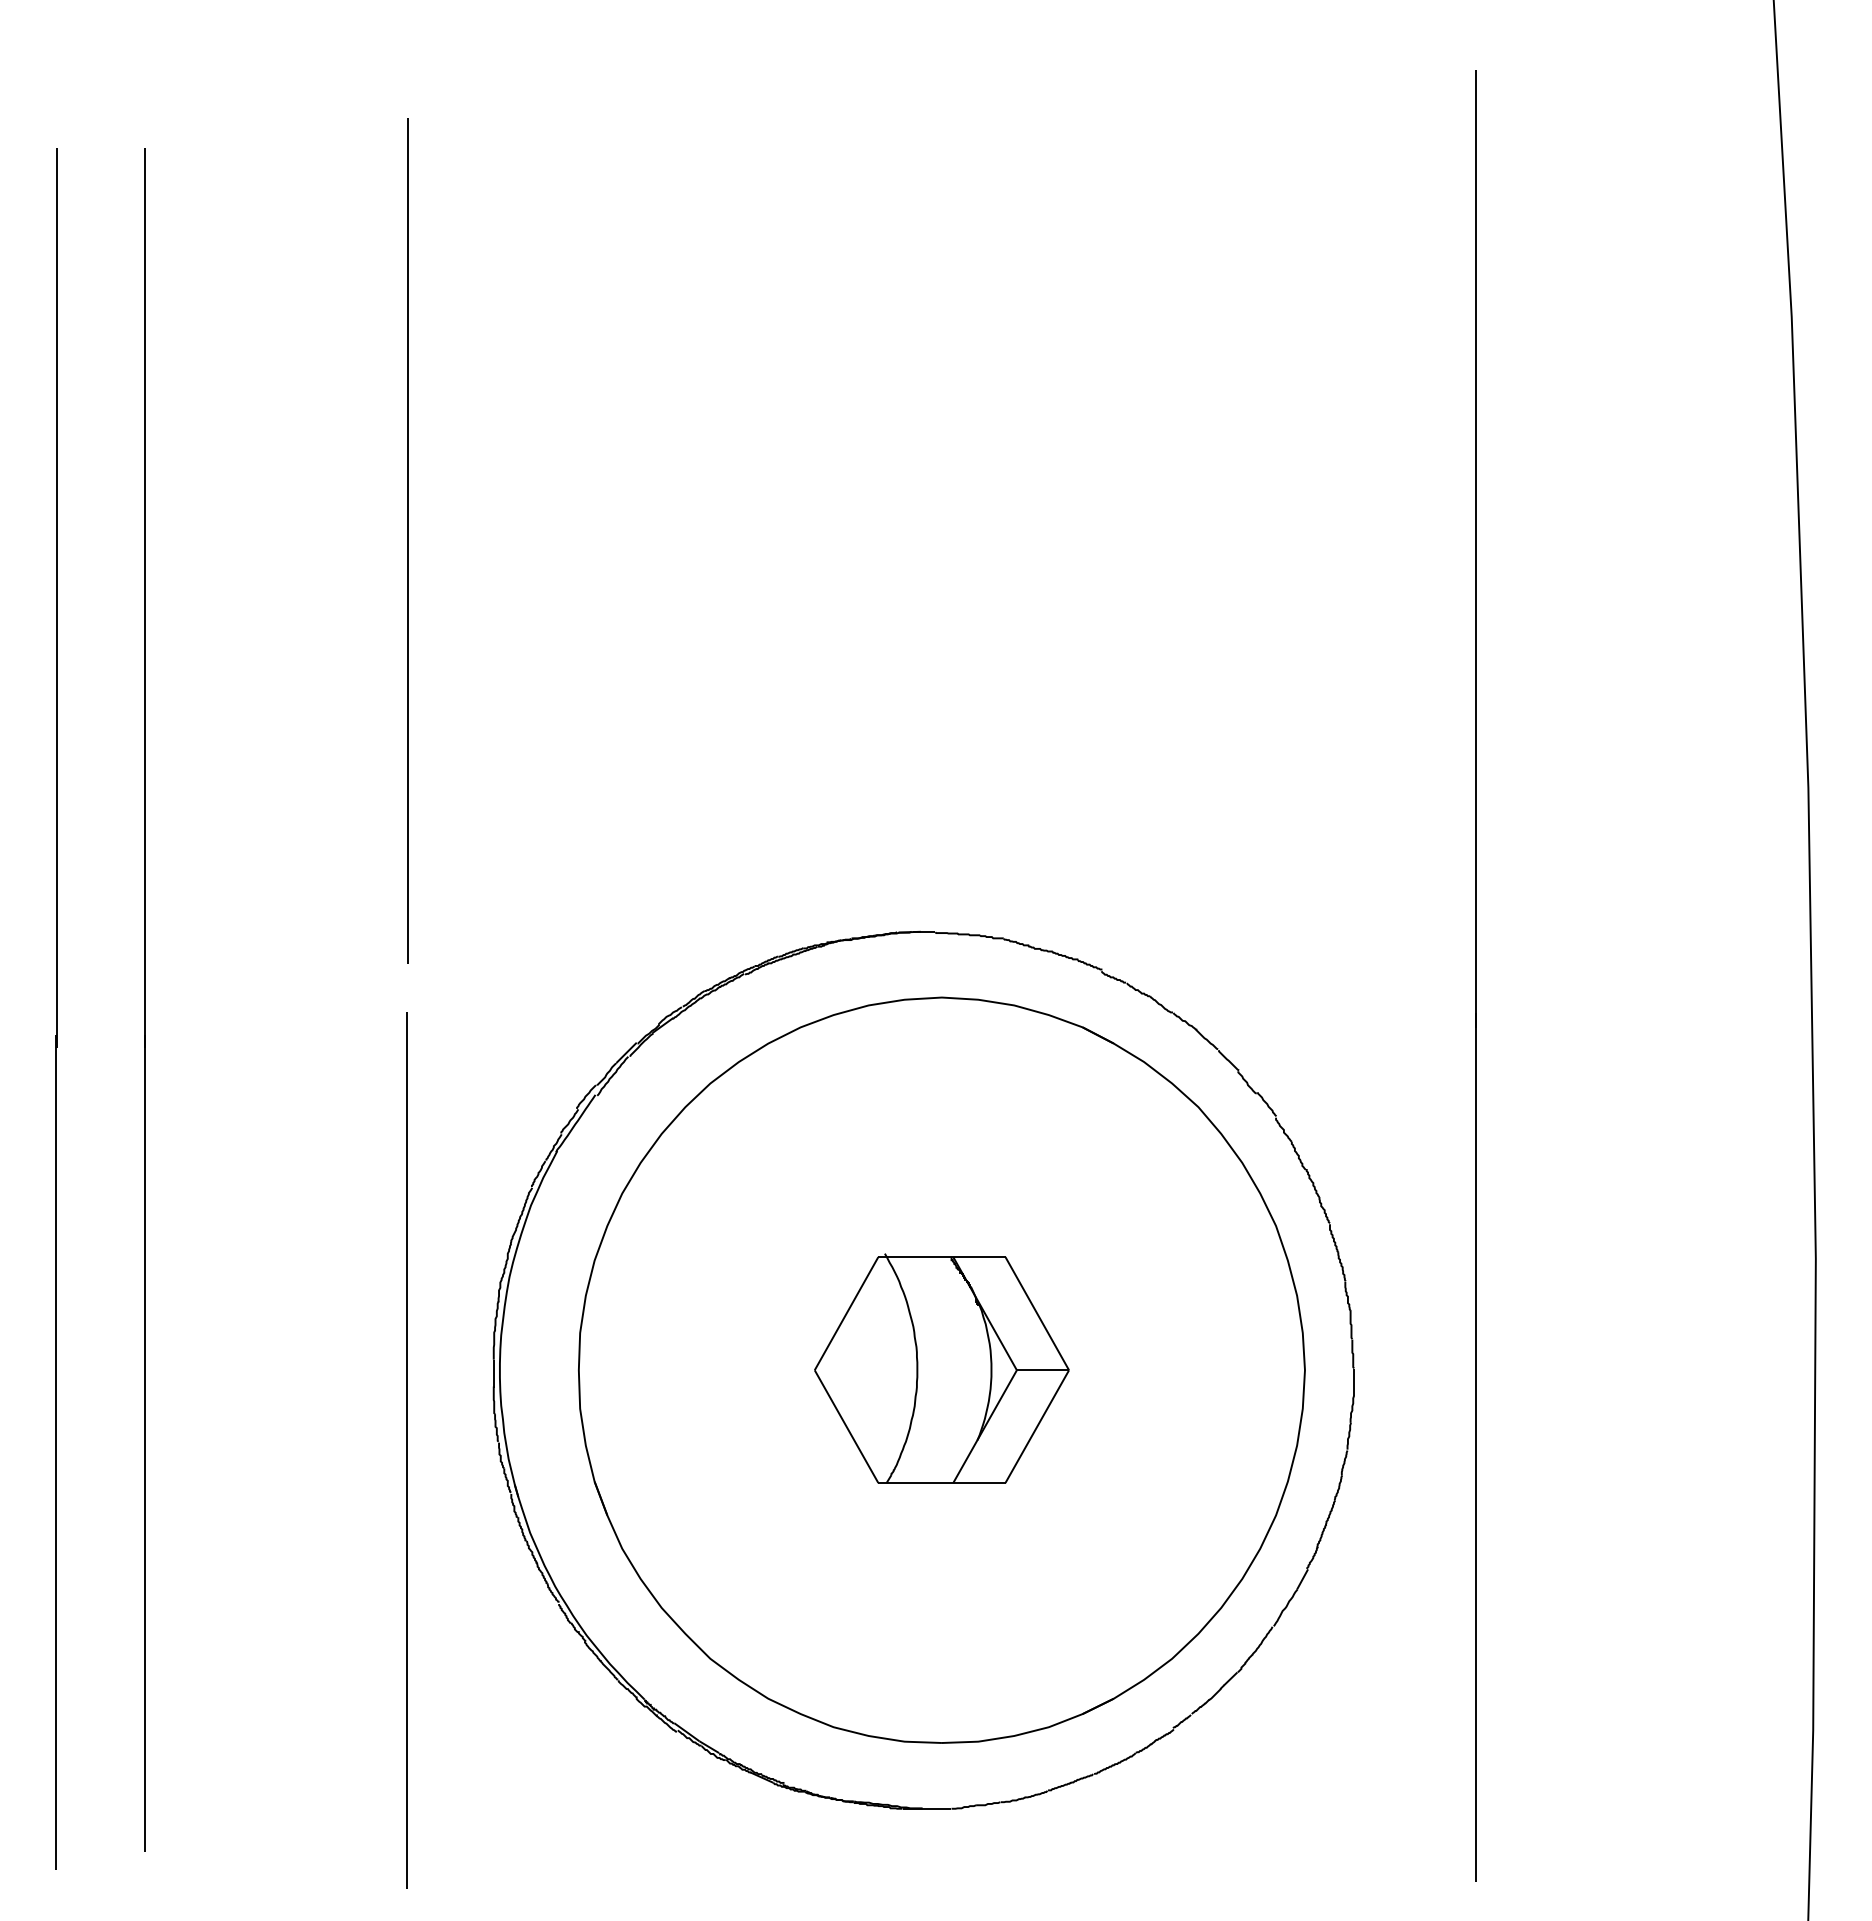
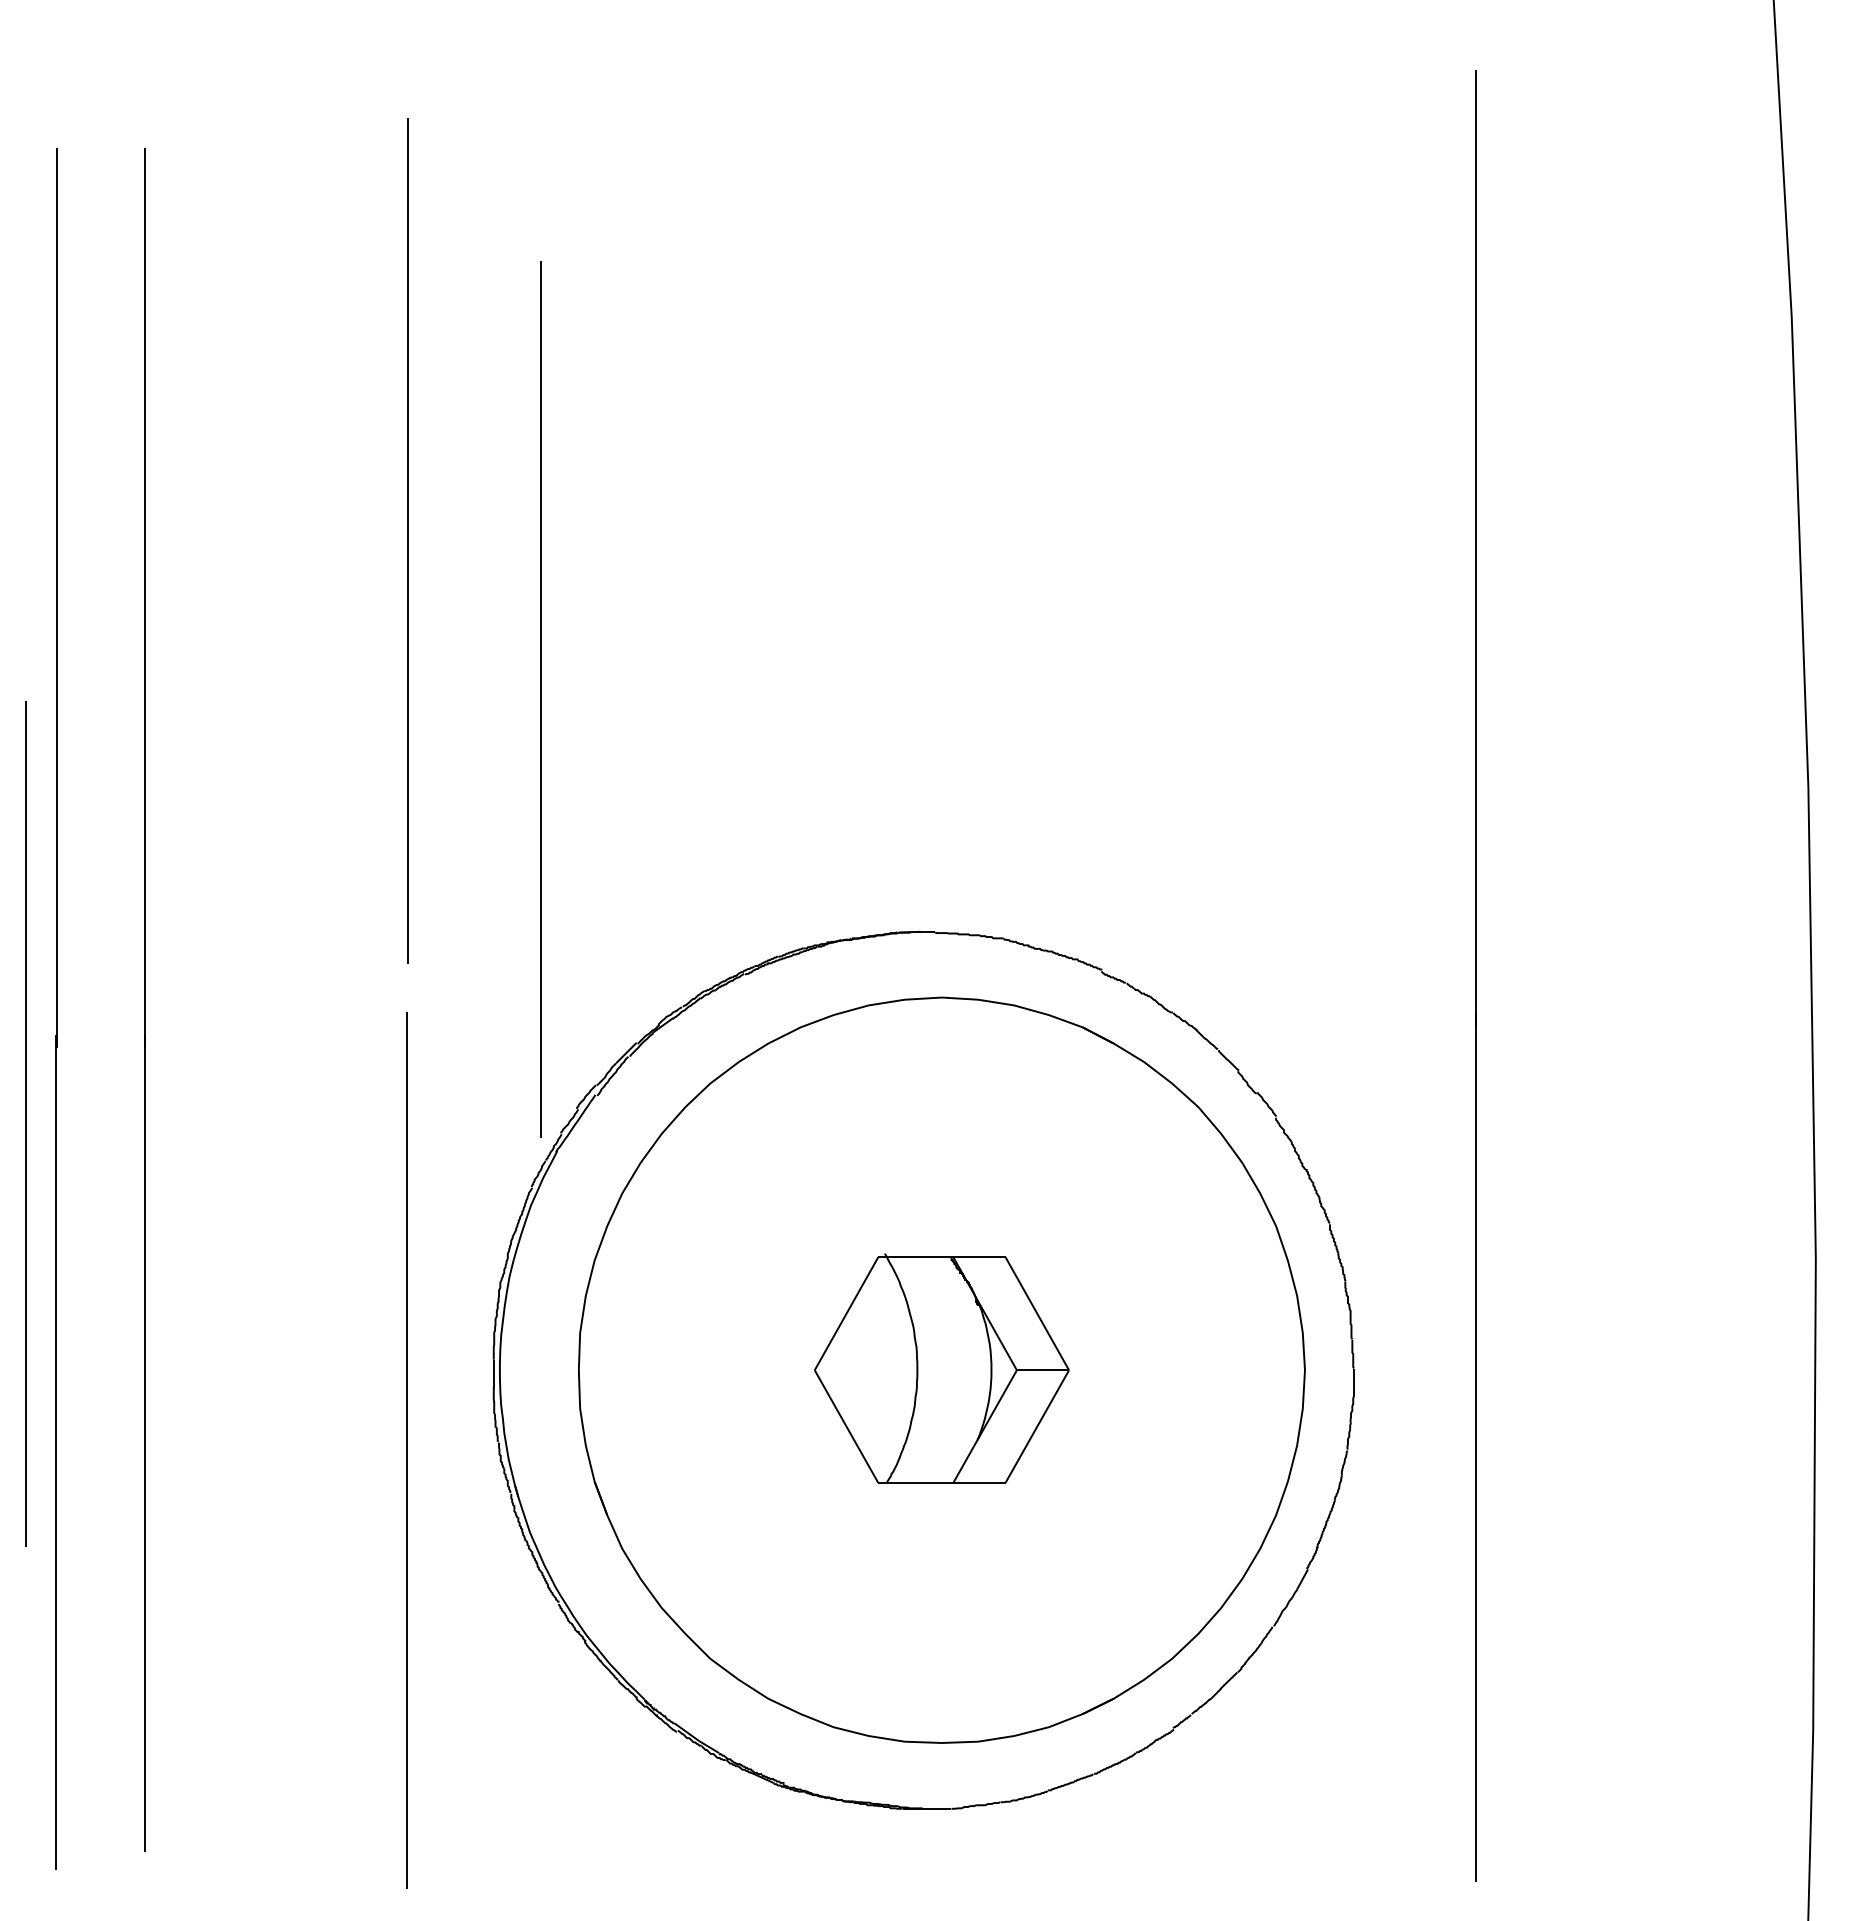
line at (540, 699): none -> present
line at (25, 1123): none -> present
